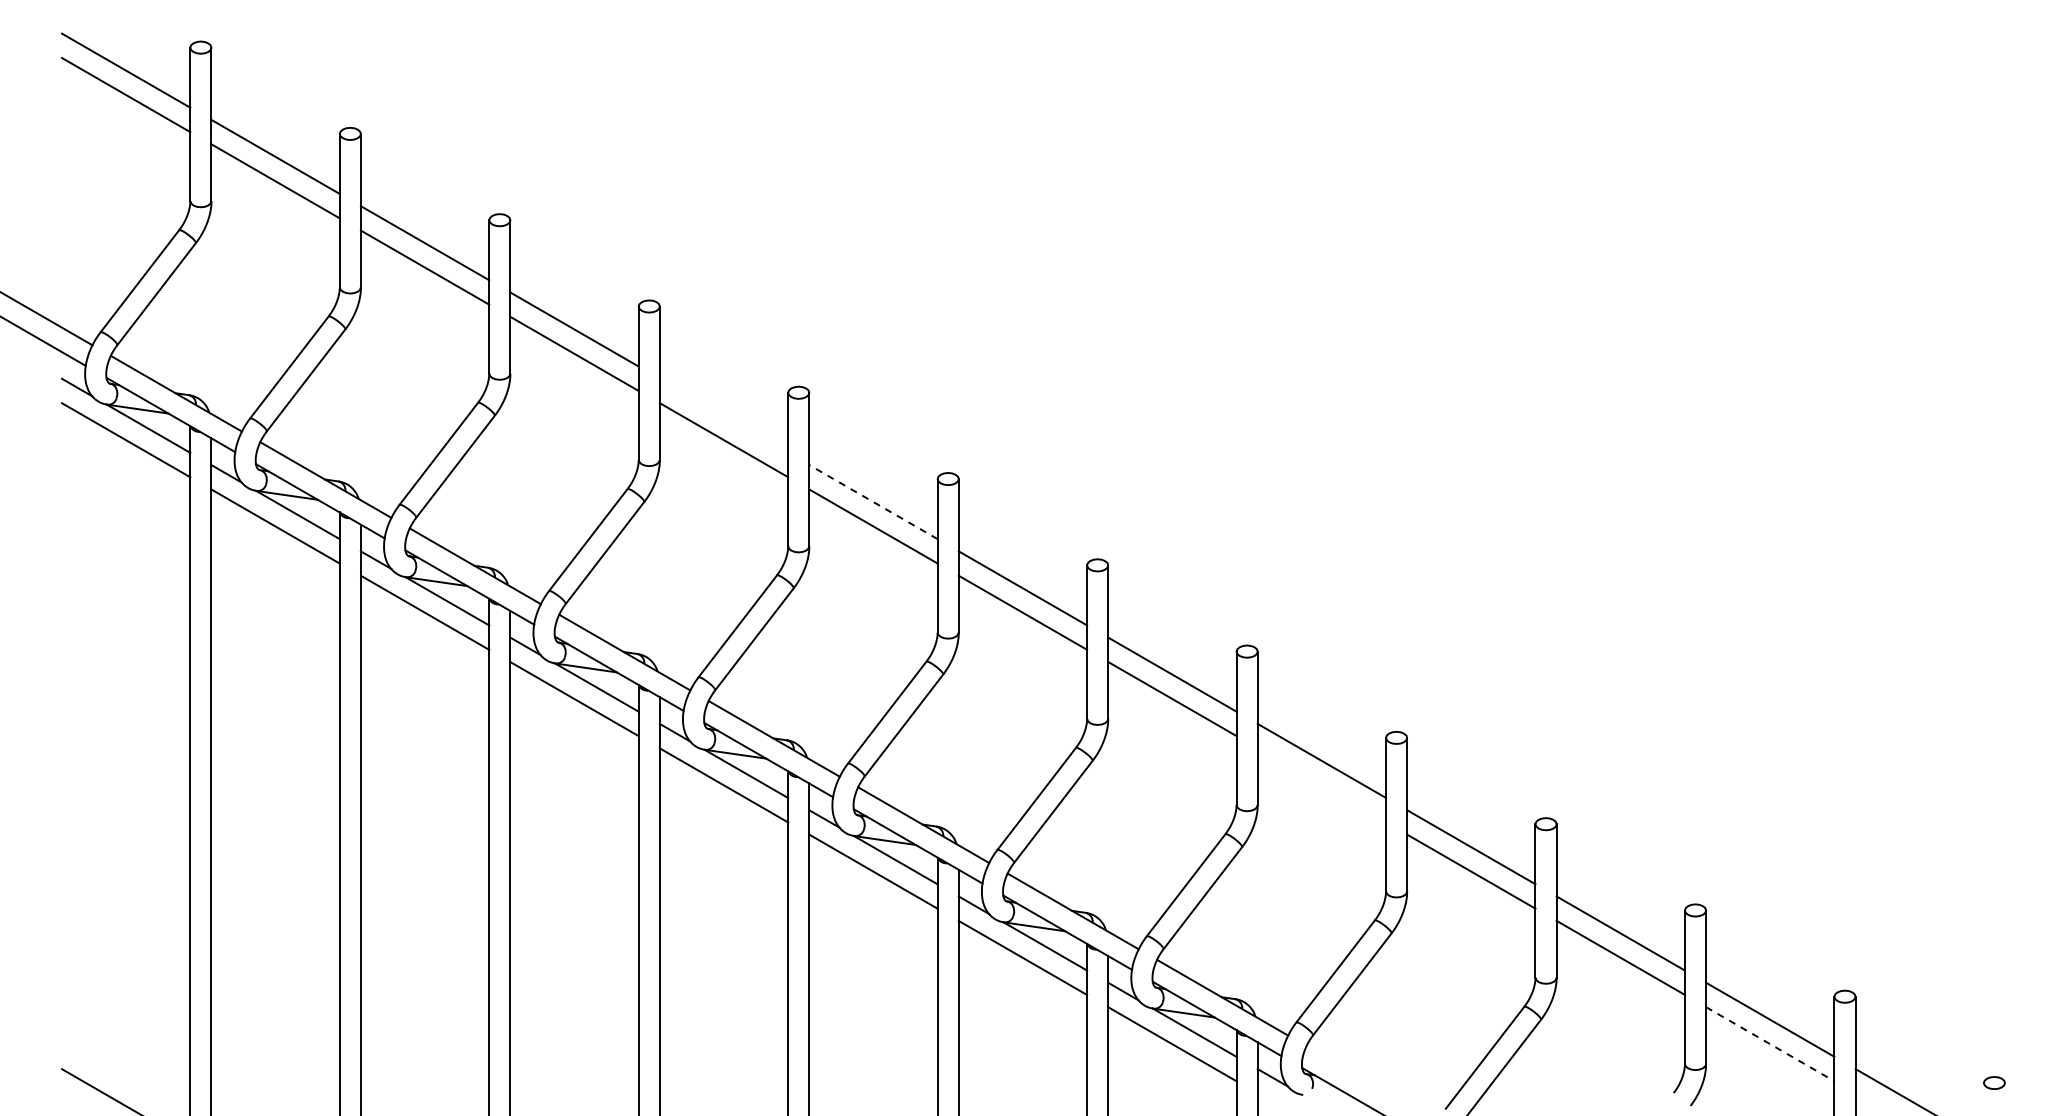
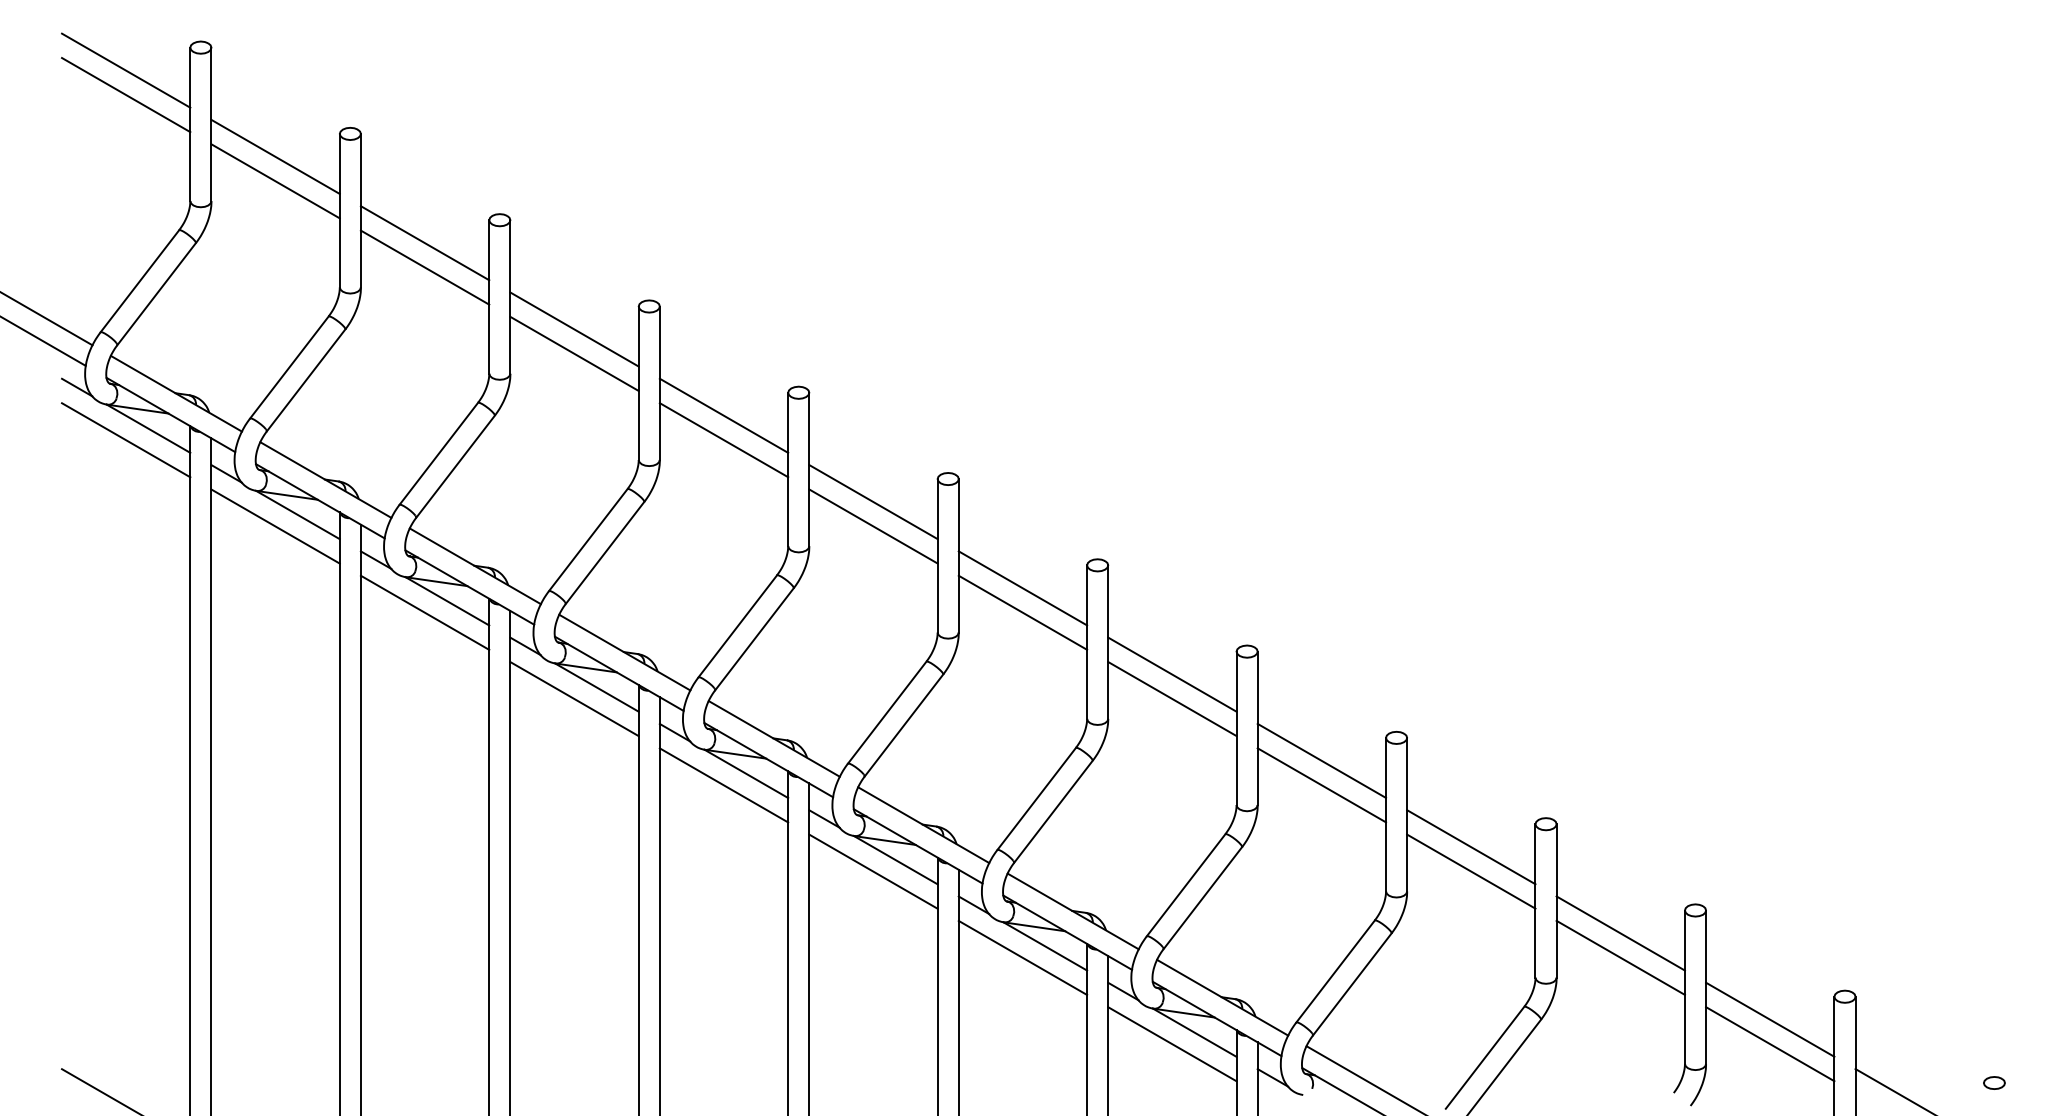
line at (723, 415): none -> present
line at (873, 501): dashed -> solid
line at (1321, 785): none -> present
line at (1770, 1044): dashed -> solid
line at (1364, 1079): none -> present
